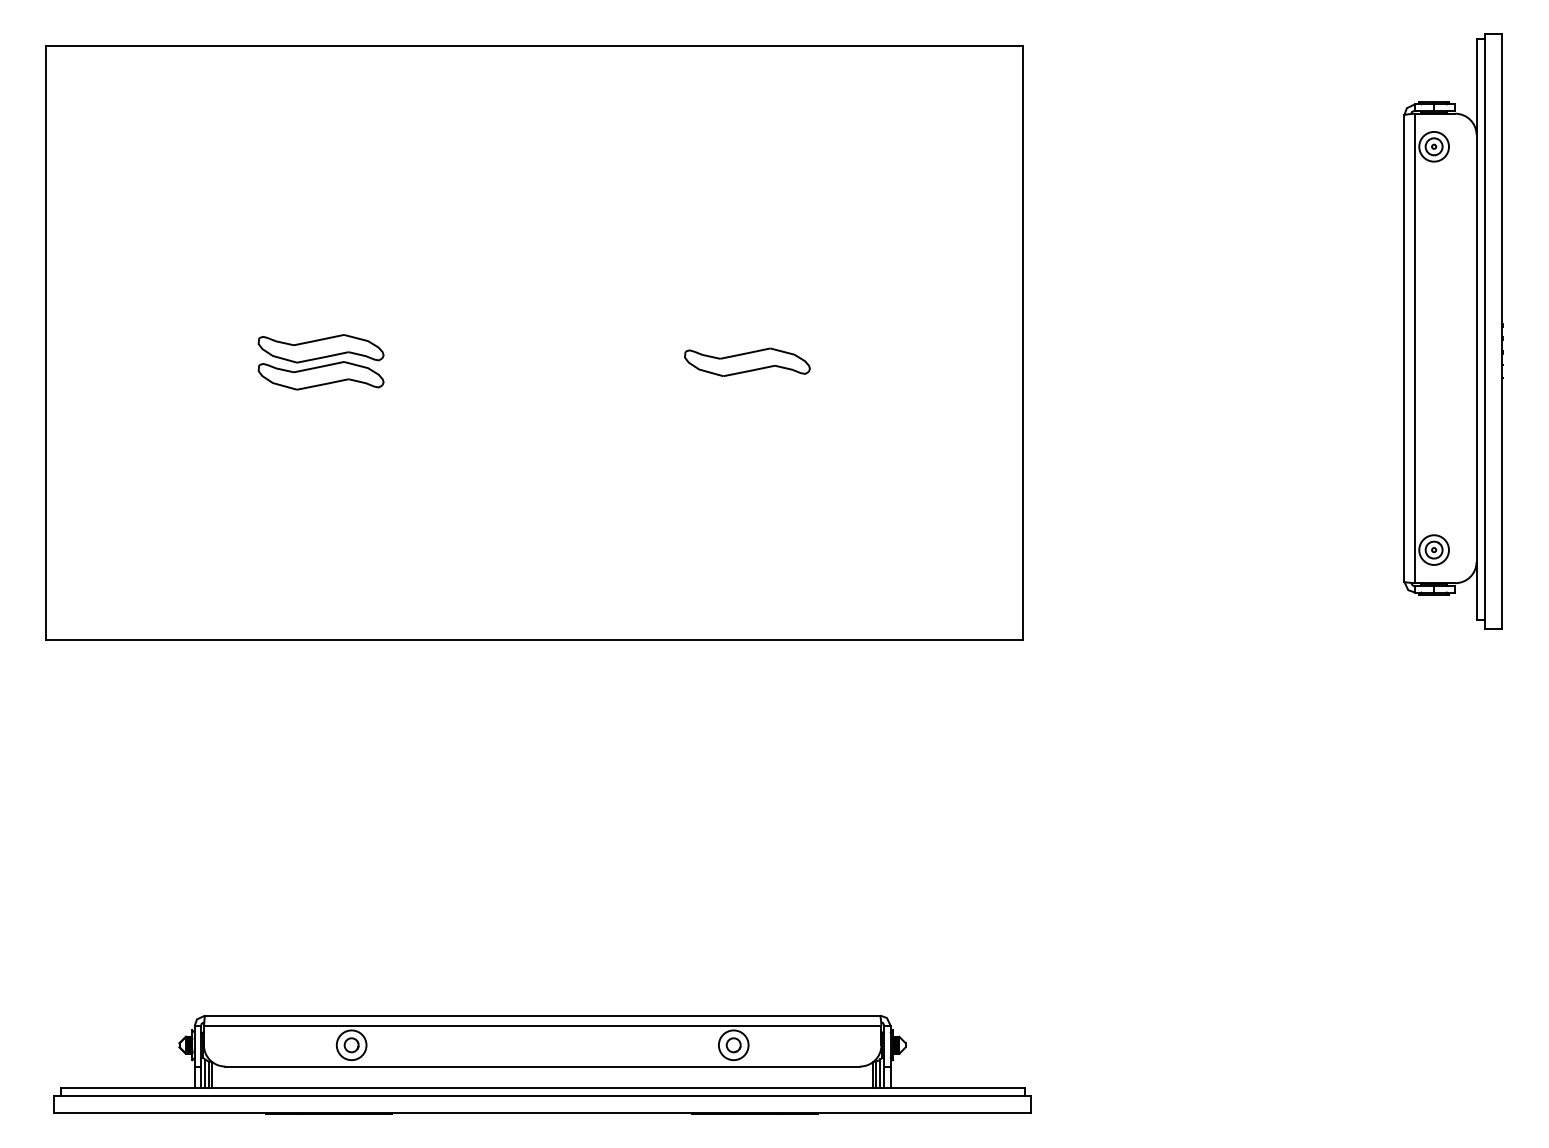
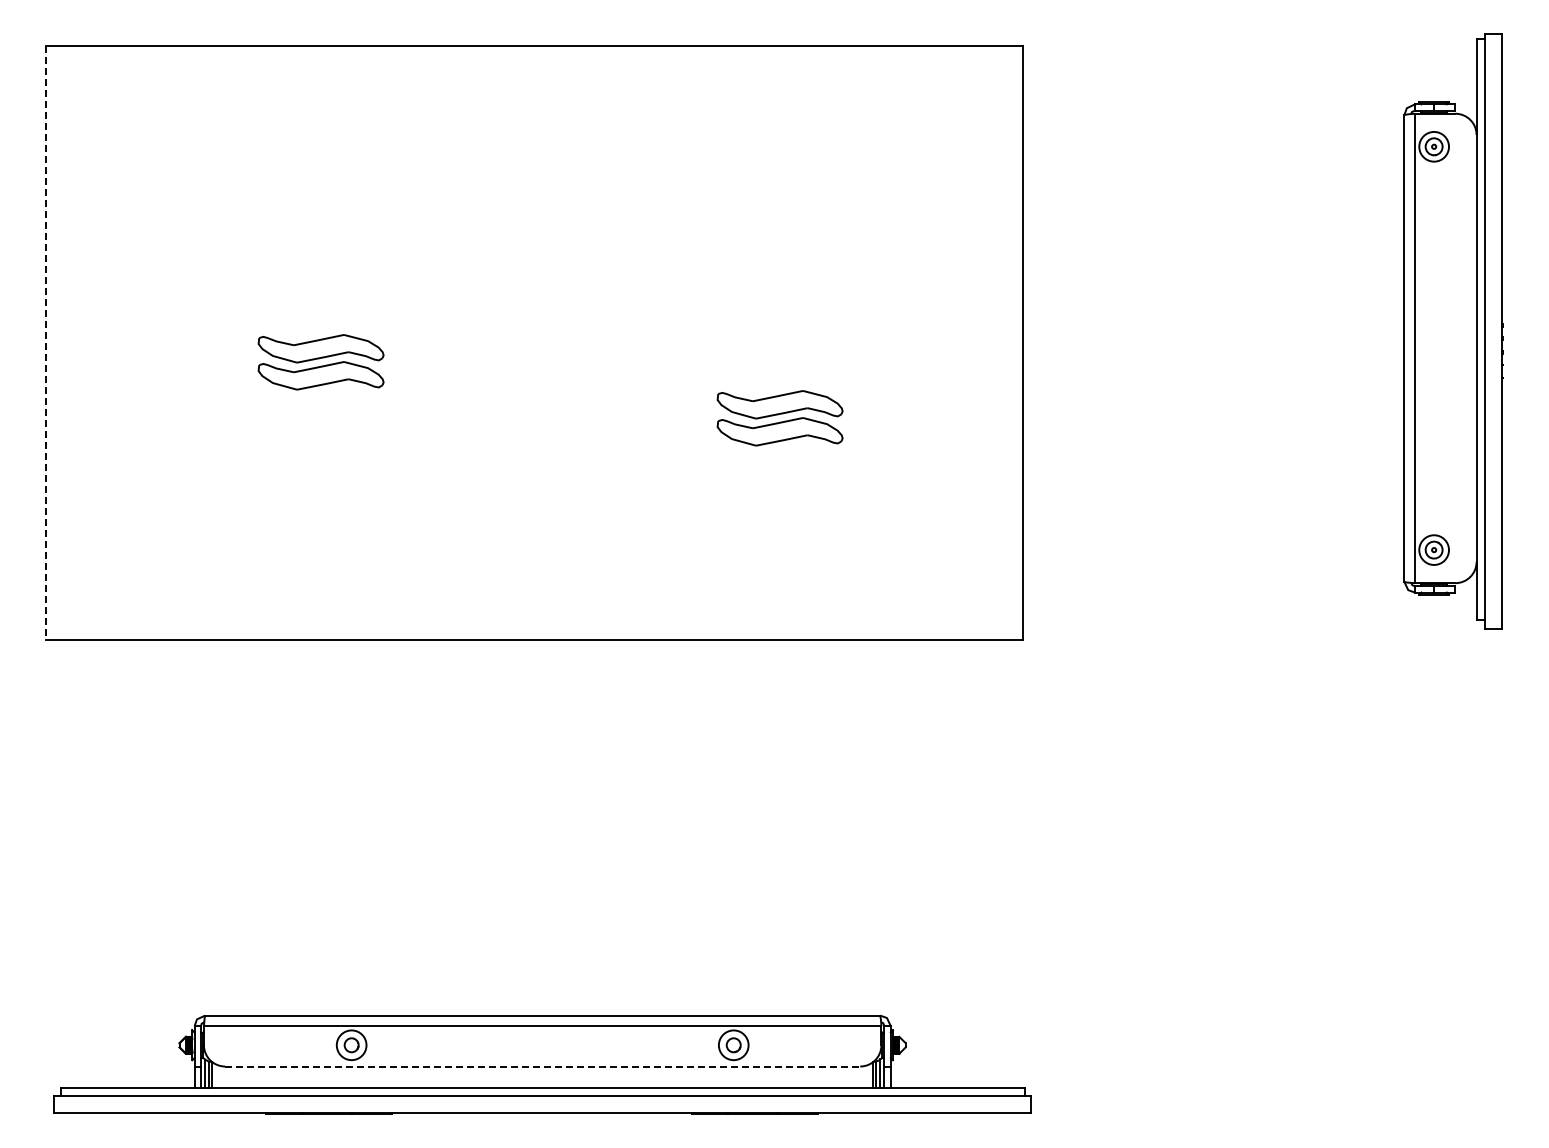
line at (46, 343): solid -> dashed
part at (747, 361): present -> none
part at (779, 418): none -> present
line at (542, 1066): solid -> dashed
